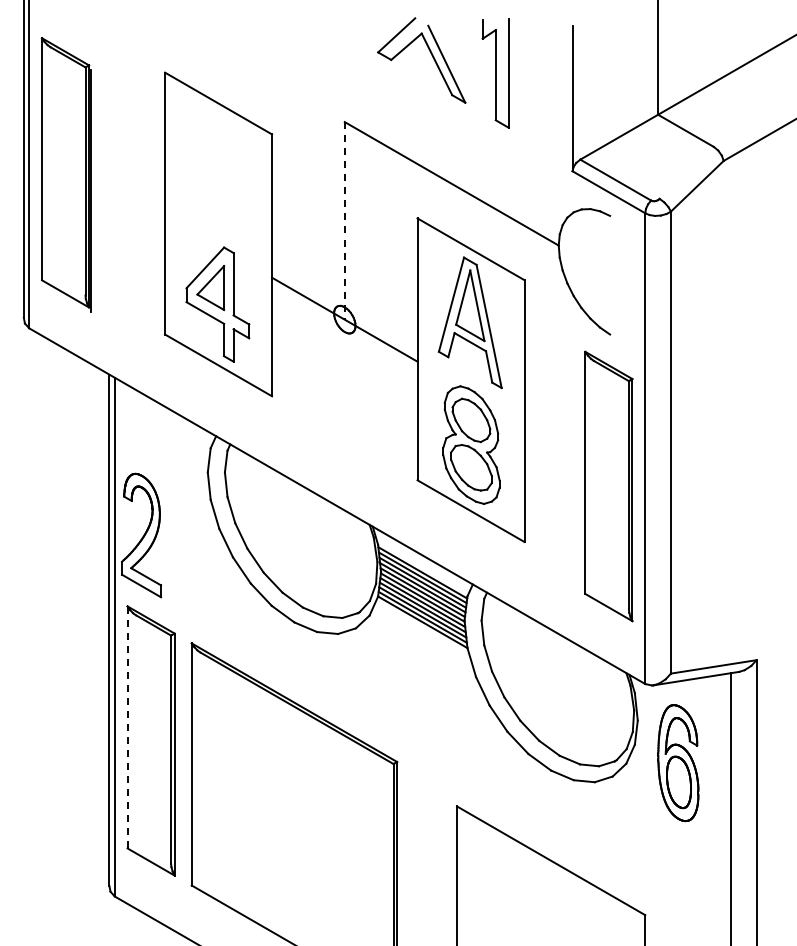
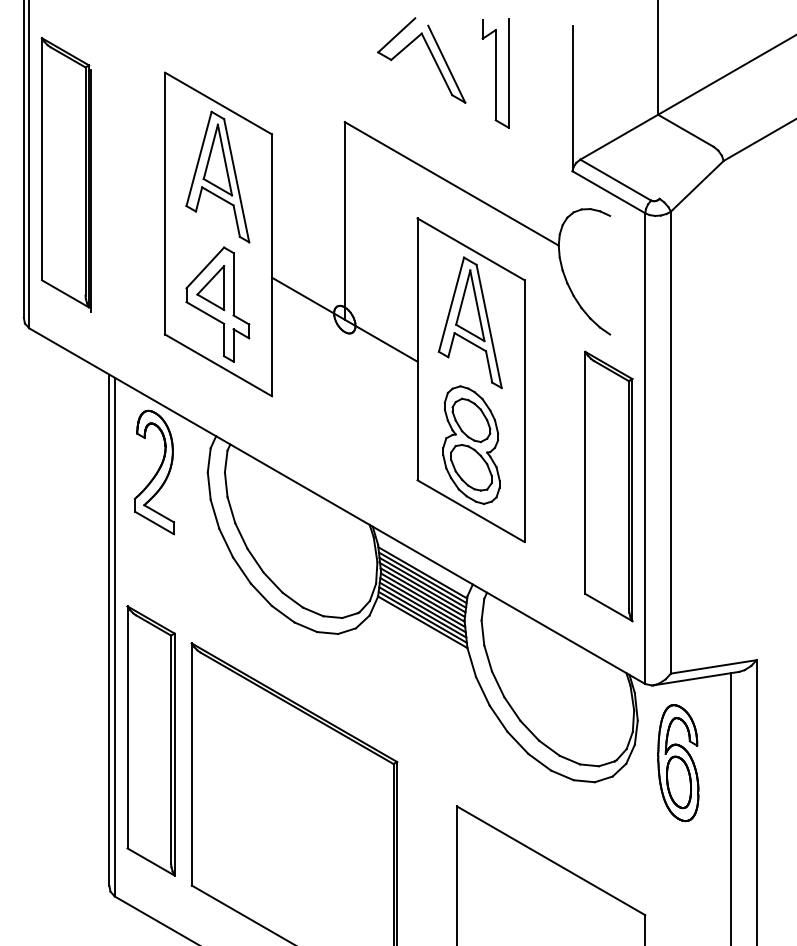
part at (217, 176): none -> present
line at (344, 220): dashed -> solid
part at (141, 535) position: (141, 535) -> (154, 472)
line at (127, 726): dashed -> solid
